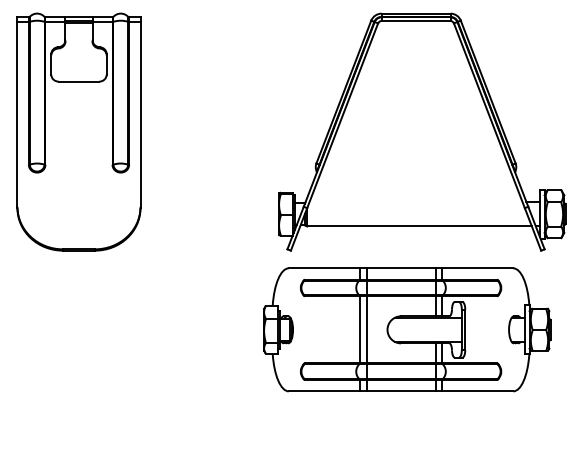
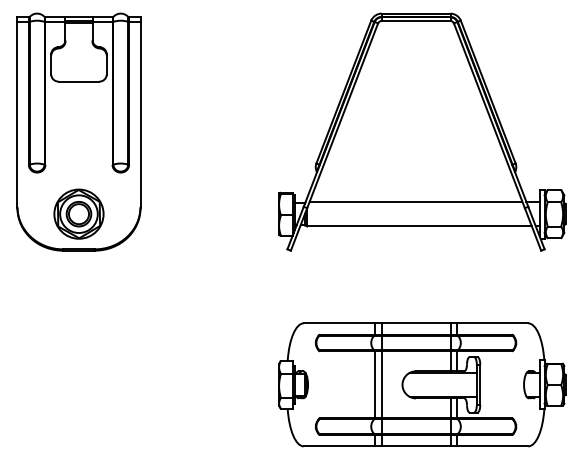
line at (415, 201): none -> present
part at (78, 213): none -> present
part at (407, 329) position: (407, 329) -> (422, 384)
